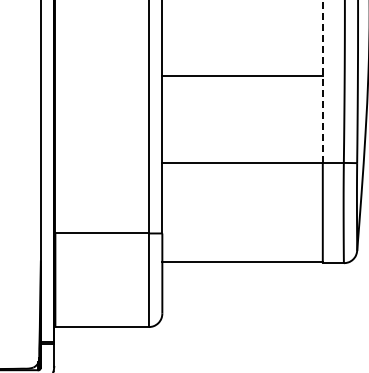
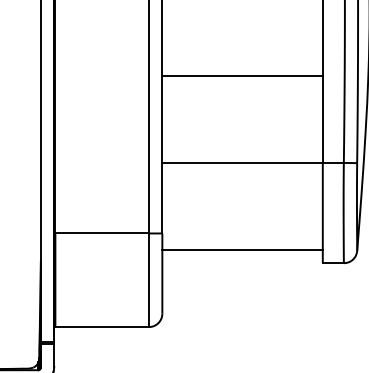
line at (322, 80): dashed -> solid
line at (242, 261) position: (242, 261) -> (242, 249)
